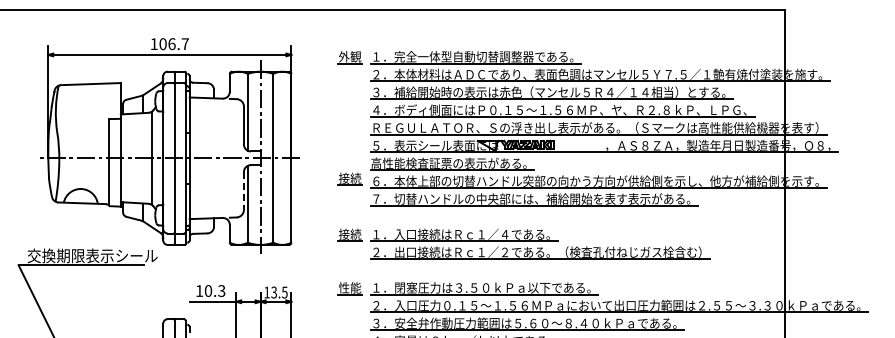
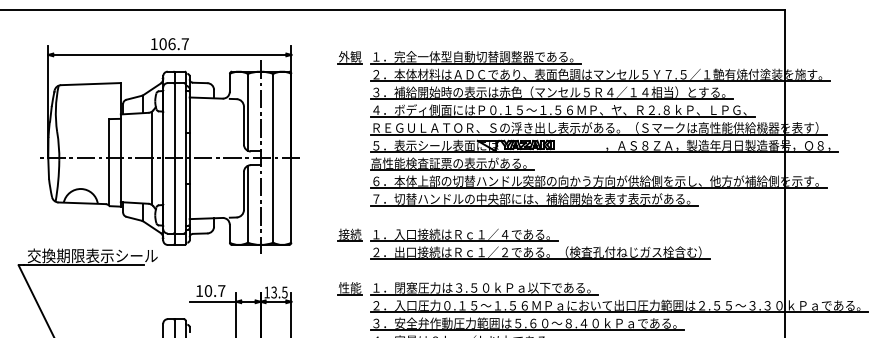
part at (349, 178): present -> none
line at (243, 190): dashed -> solid
text at (221, 291): 10.3 -> 10.7
